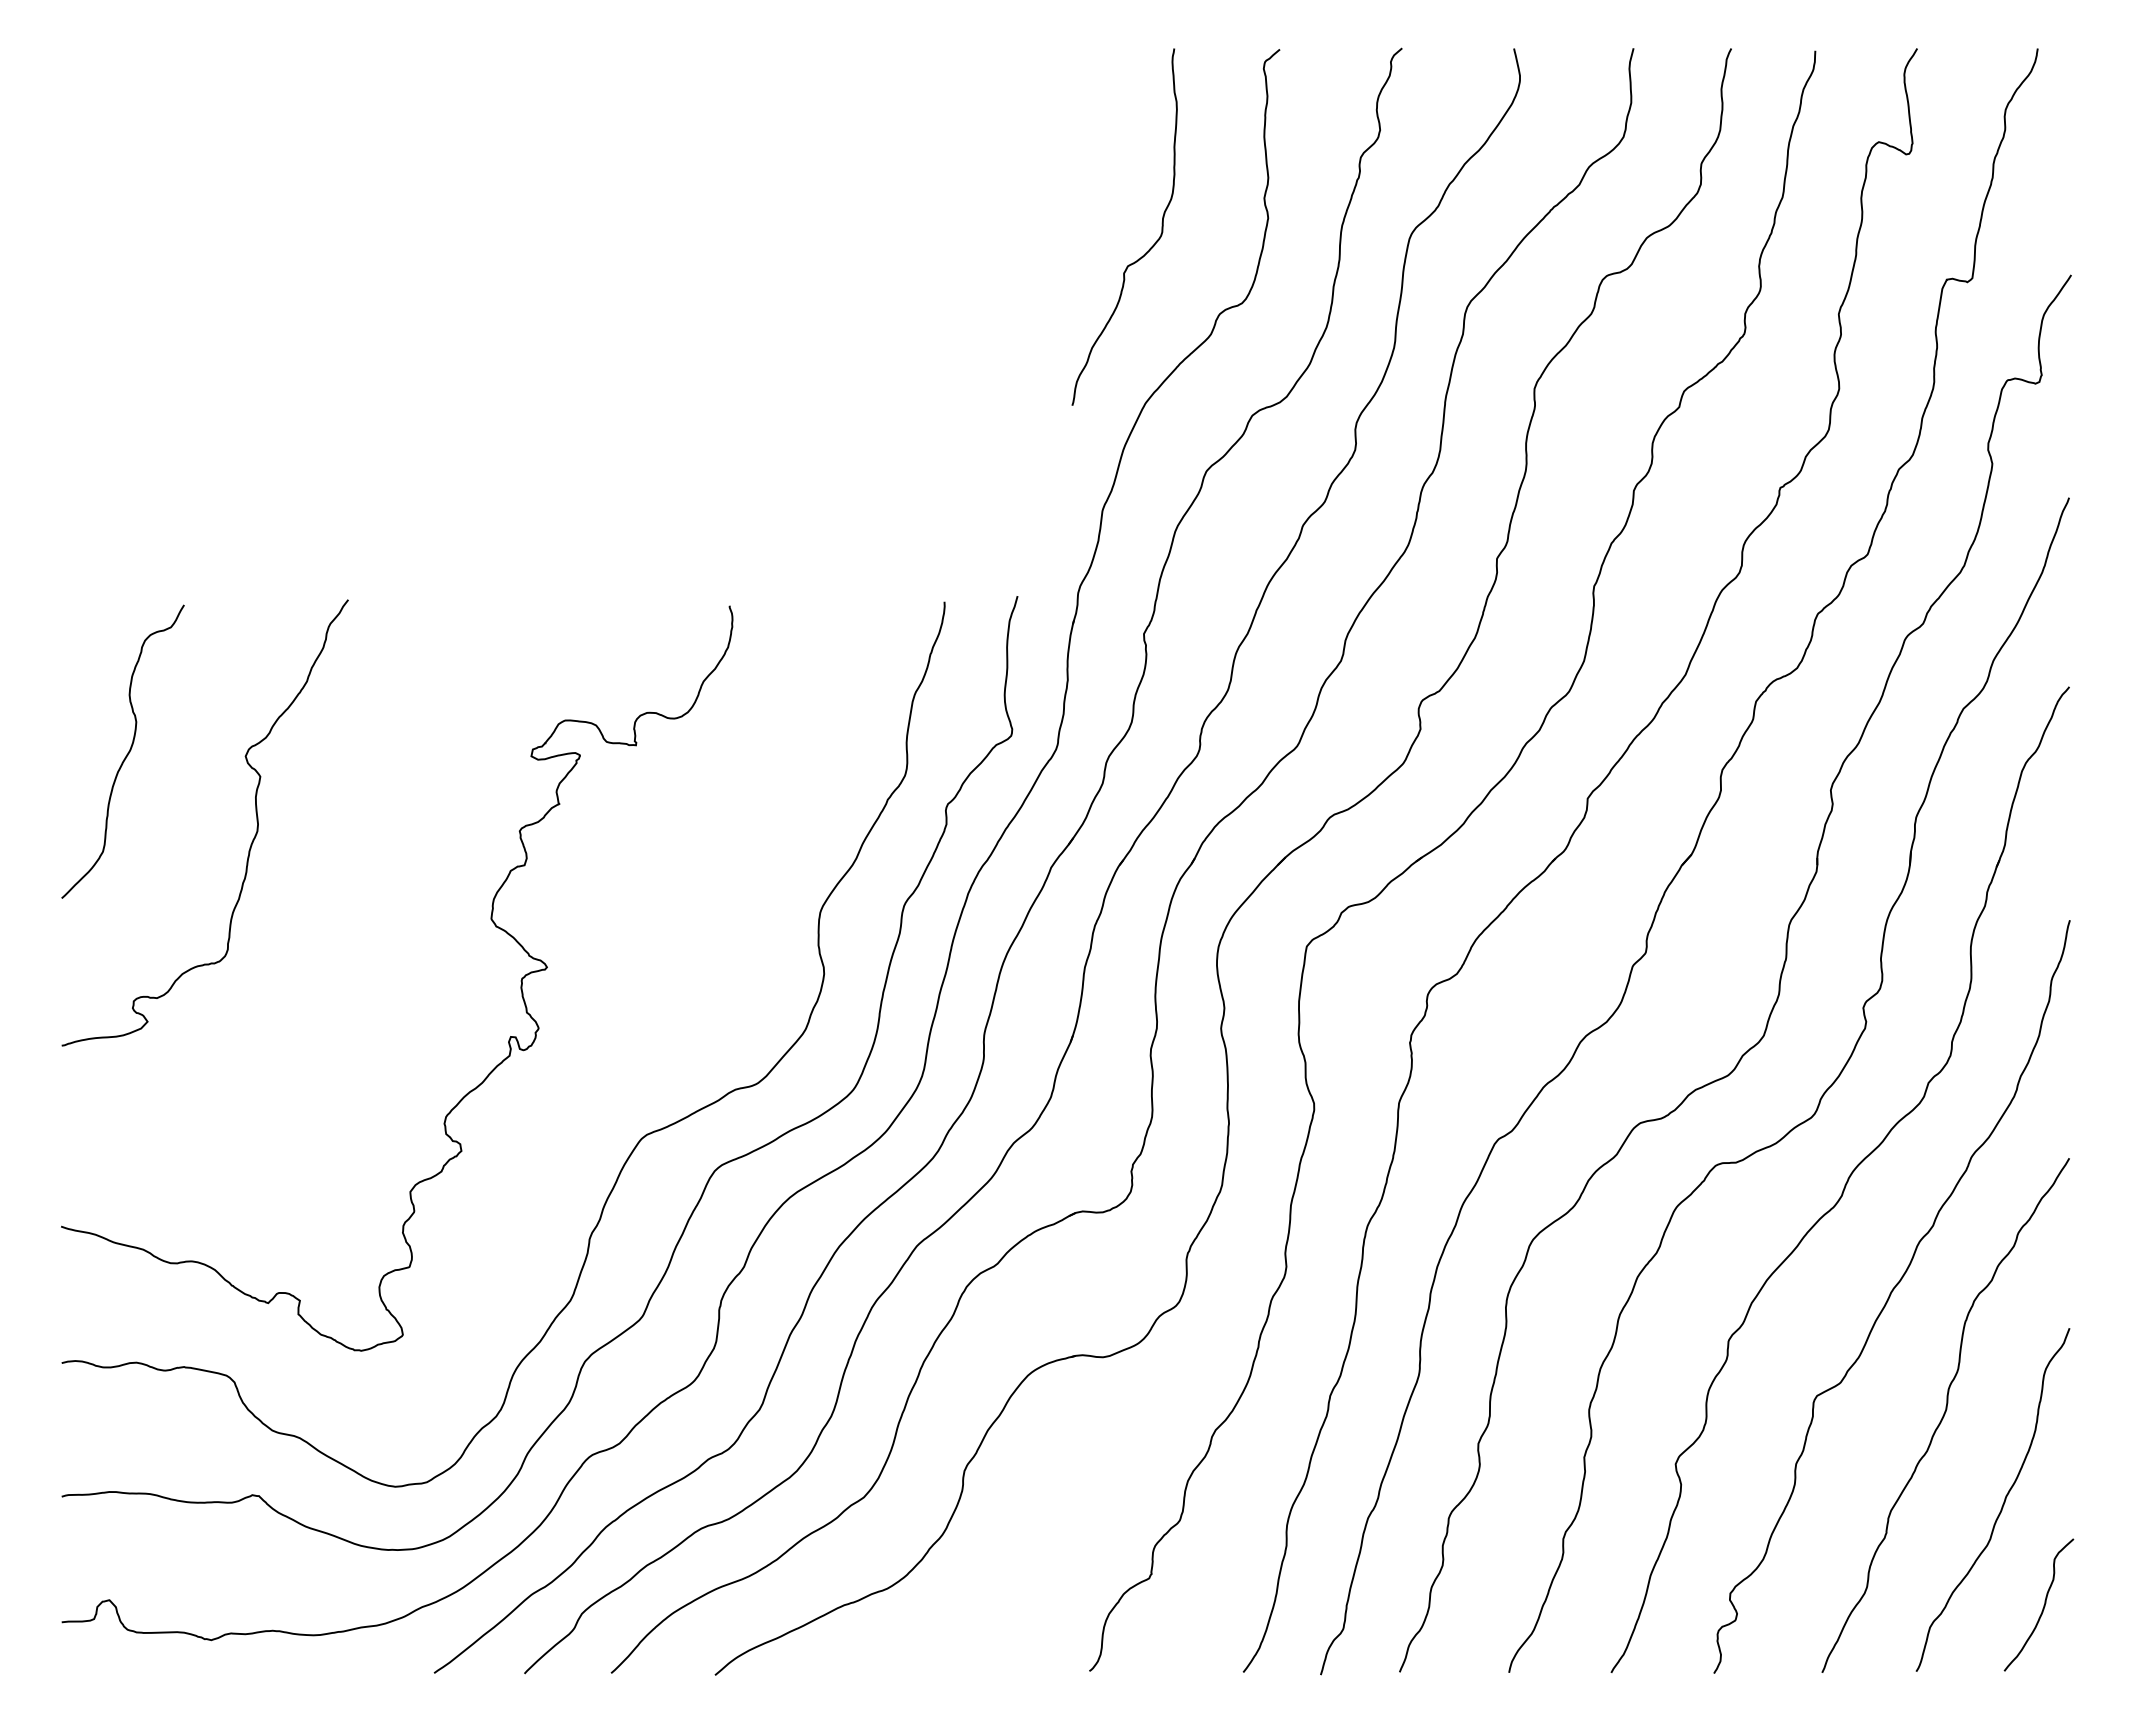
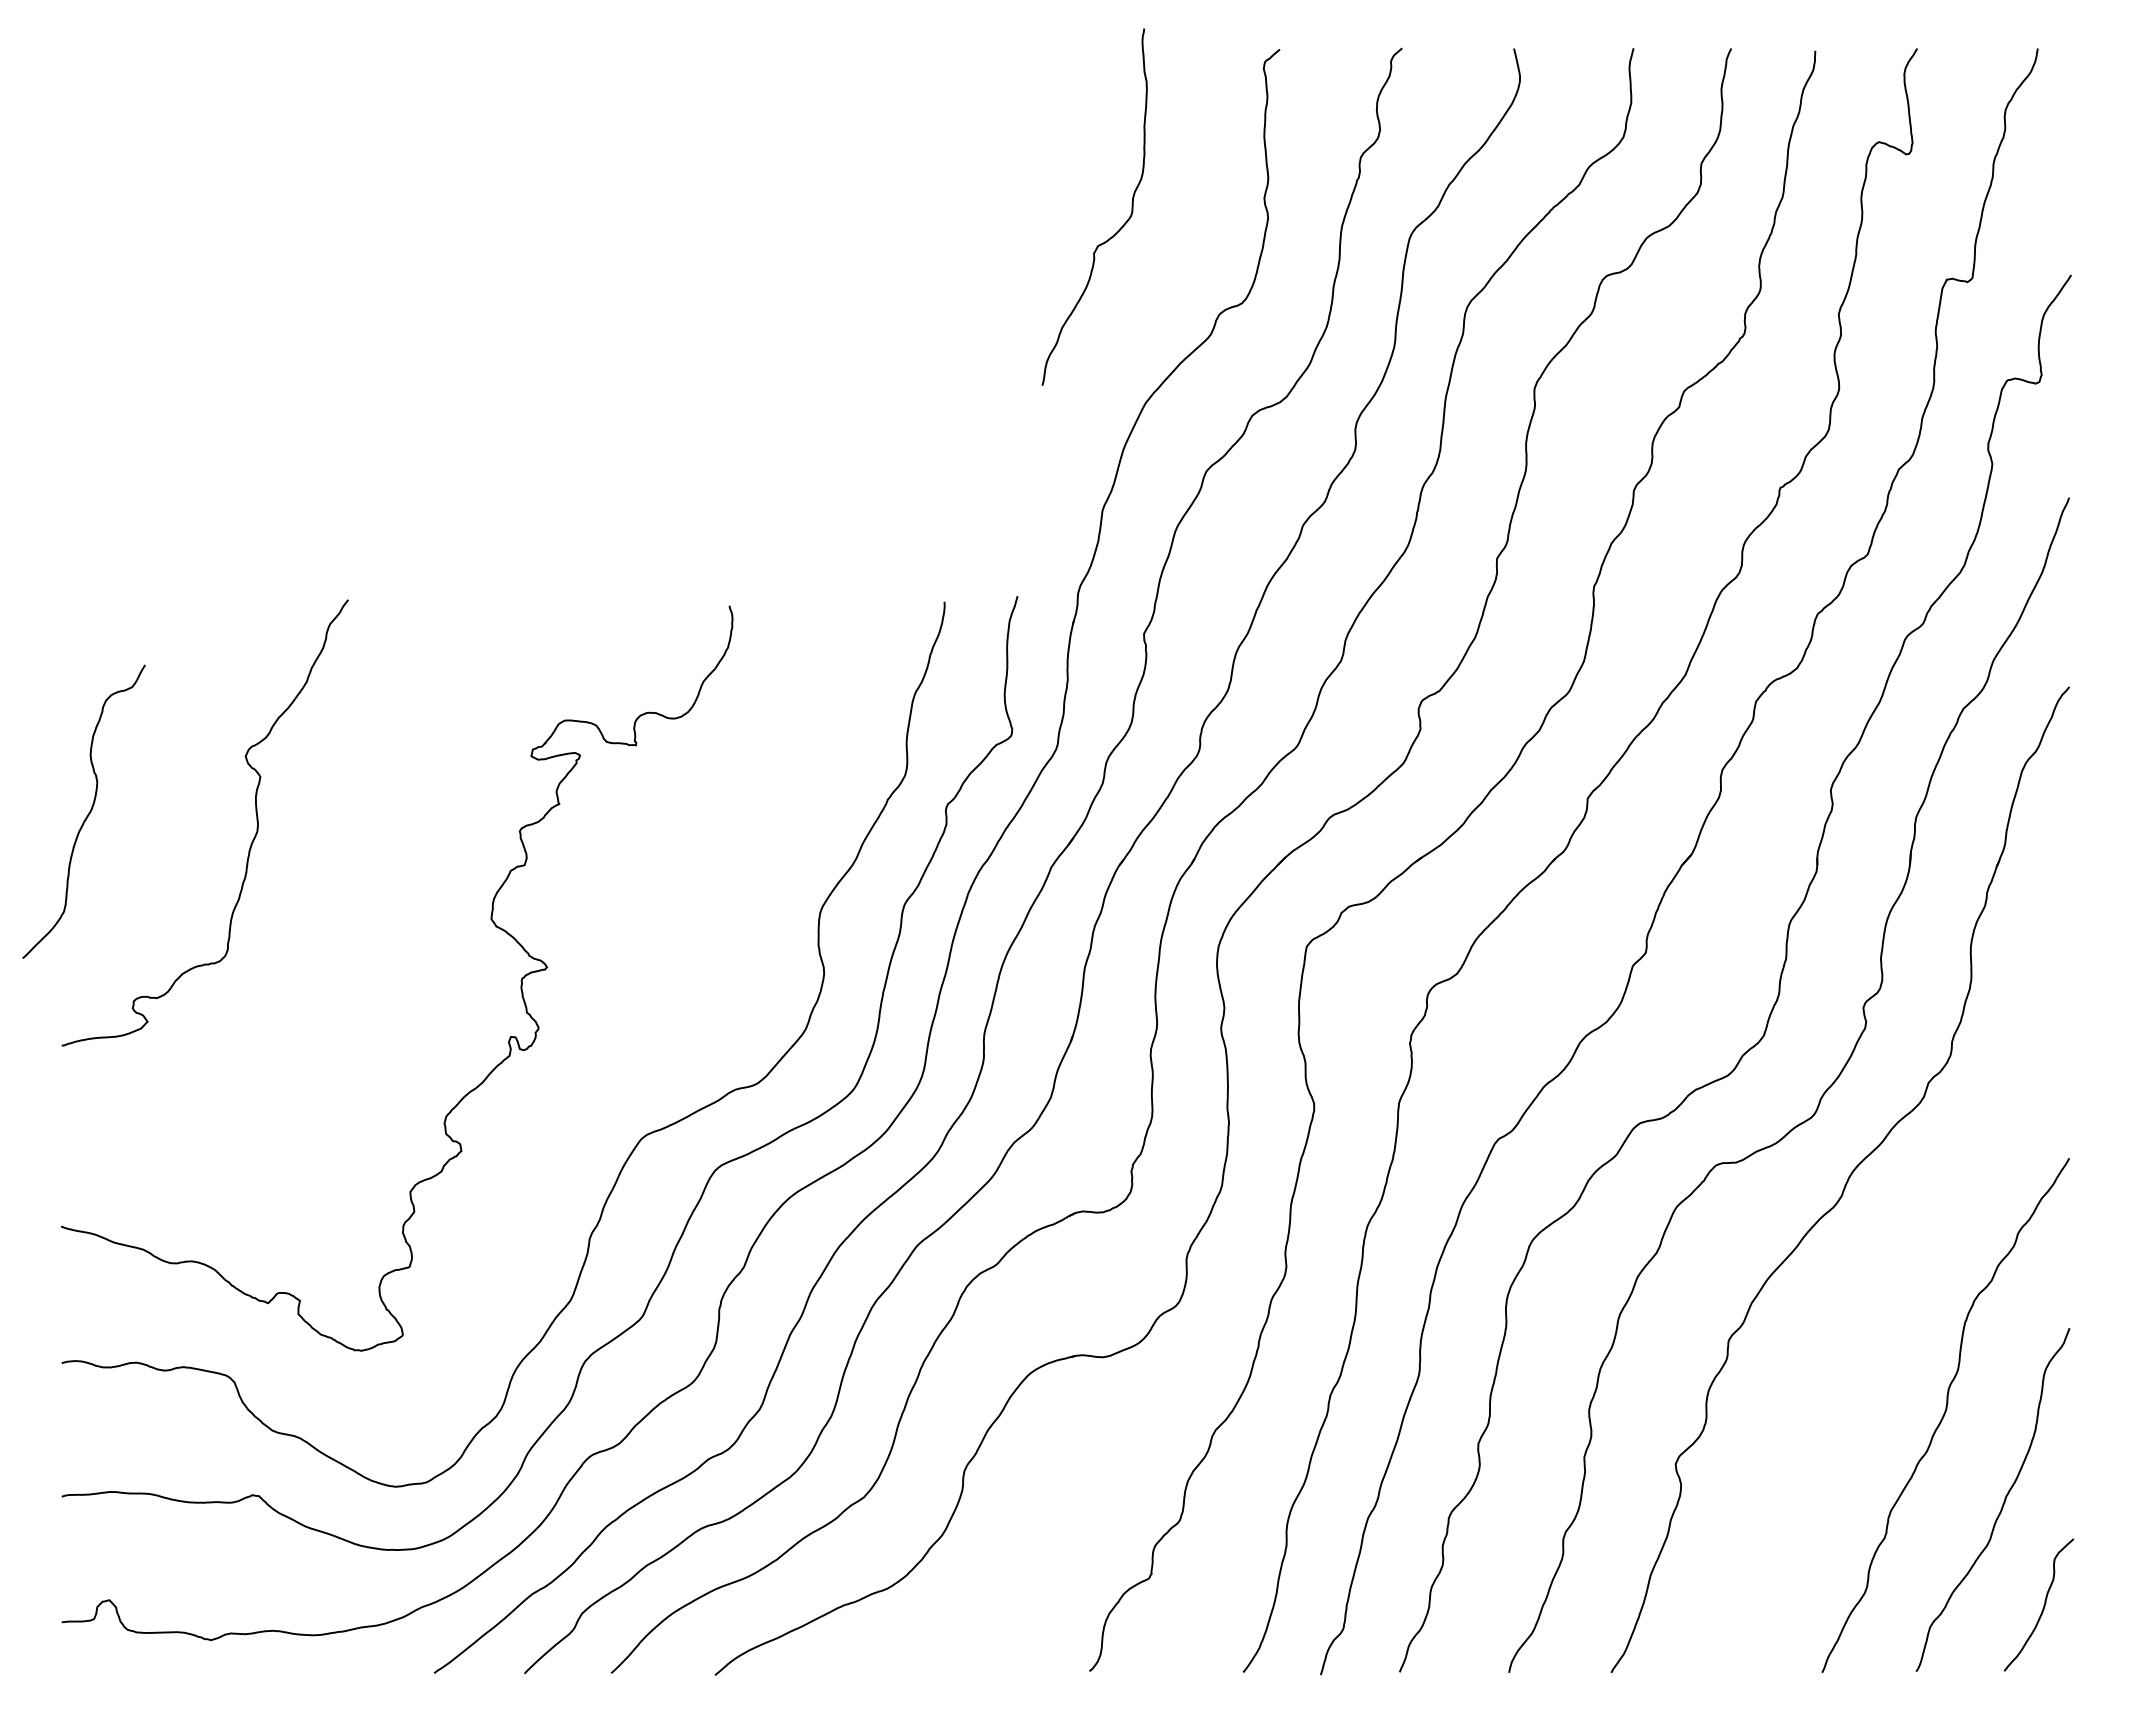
curve at (1148, 249) position: (1148, 249) -> (1118, 229)
curve at (126, 754) position: (126, 754) -> (87, 814)
curve at (1890, 1296): present -> none
